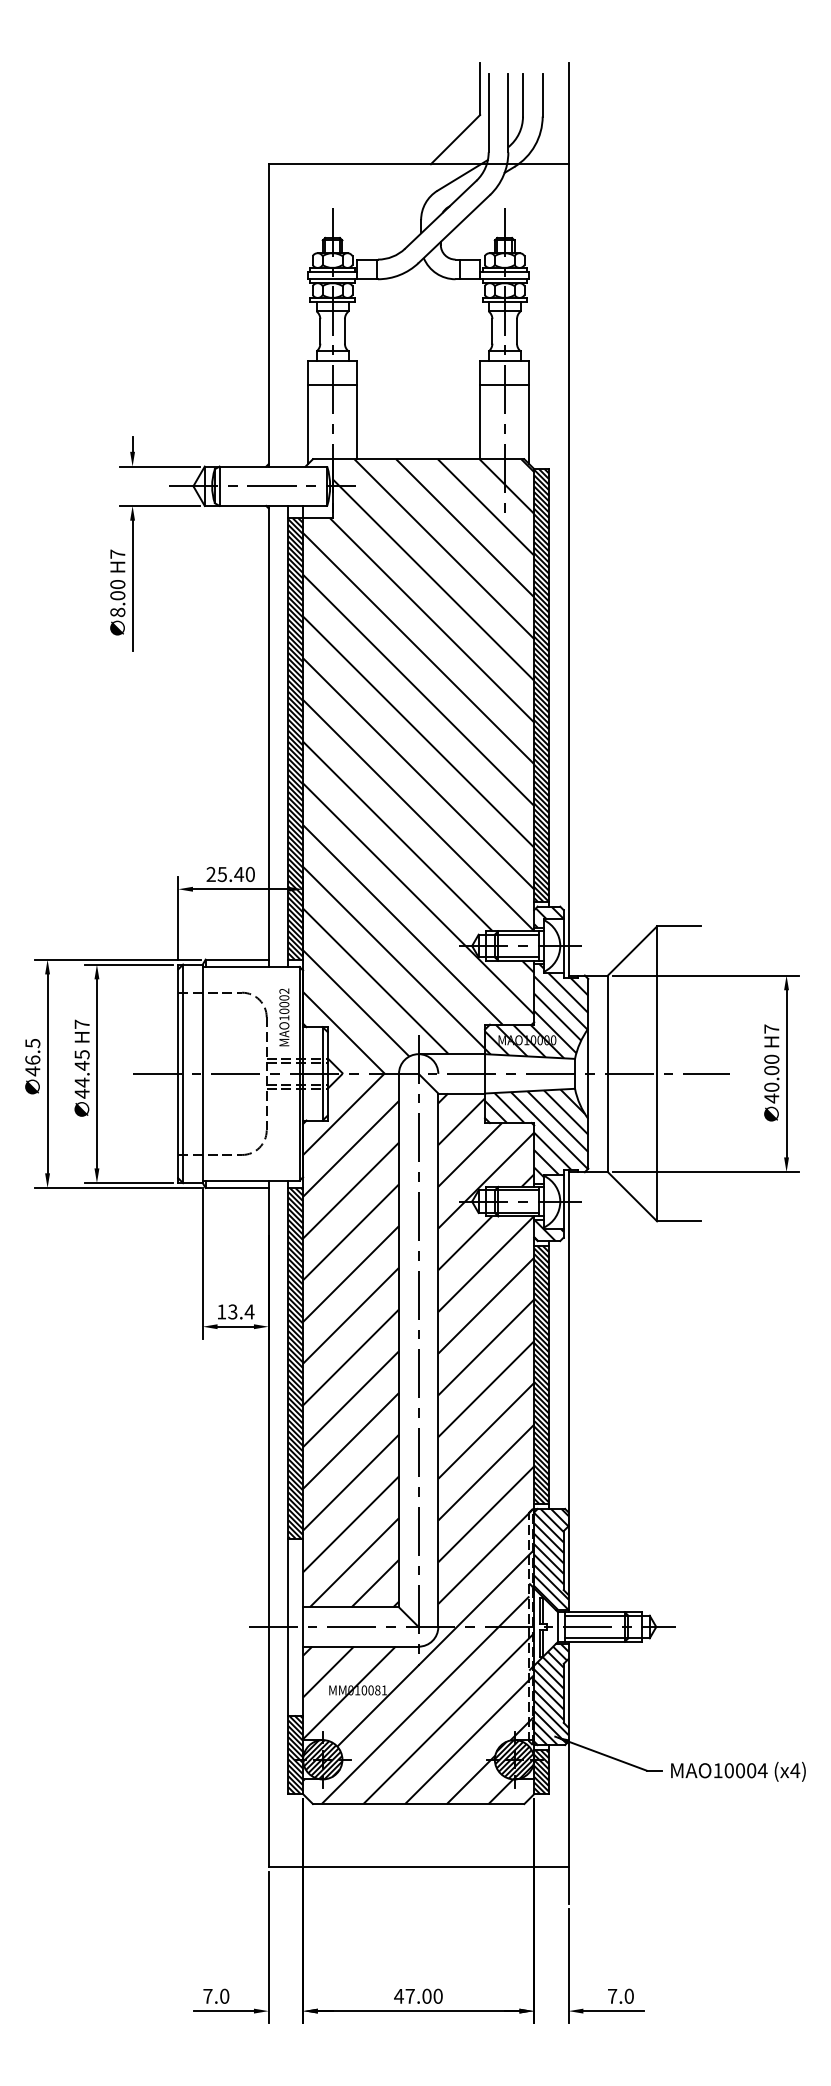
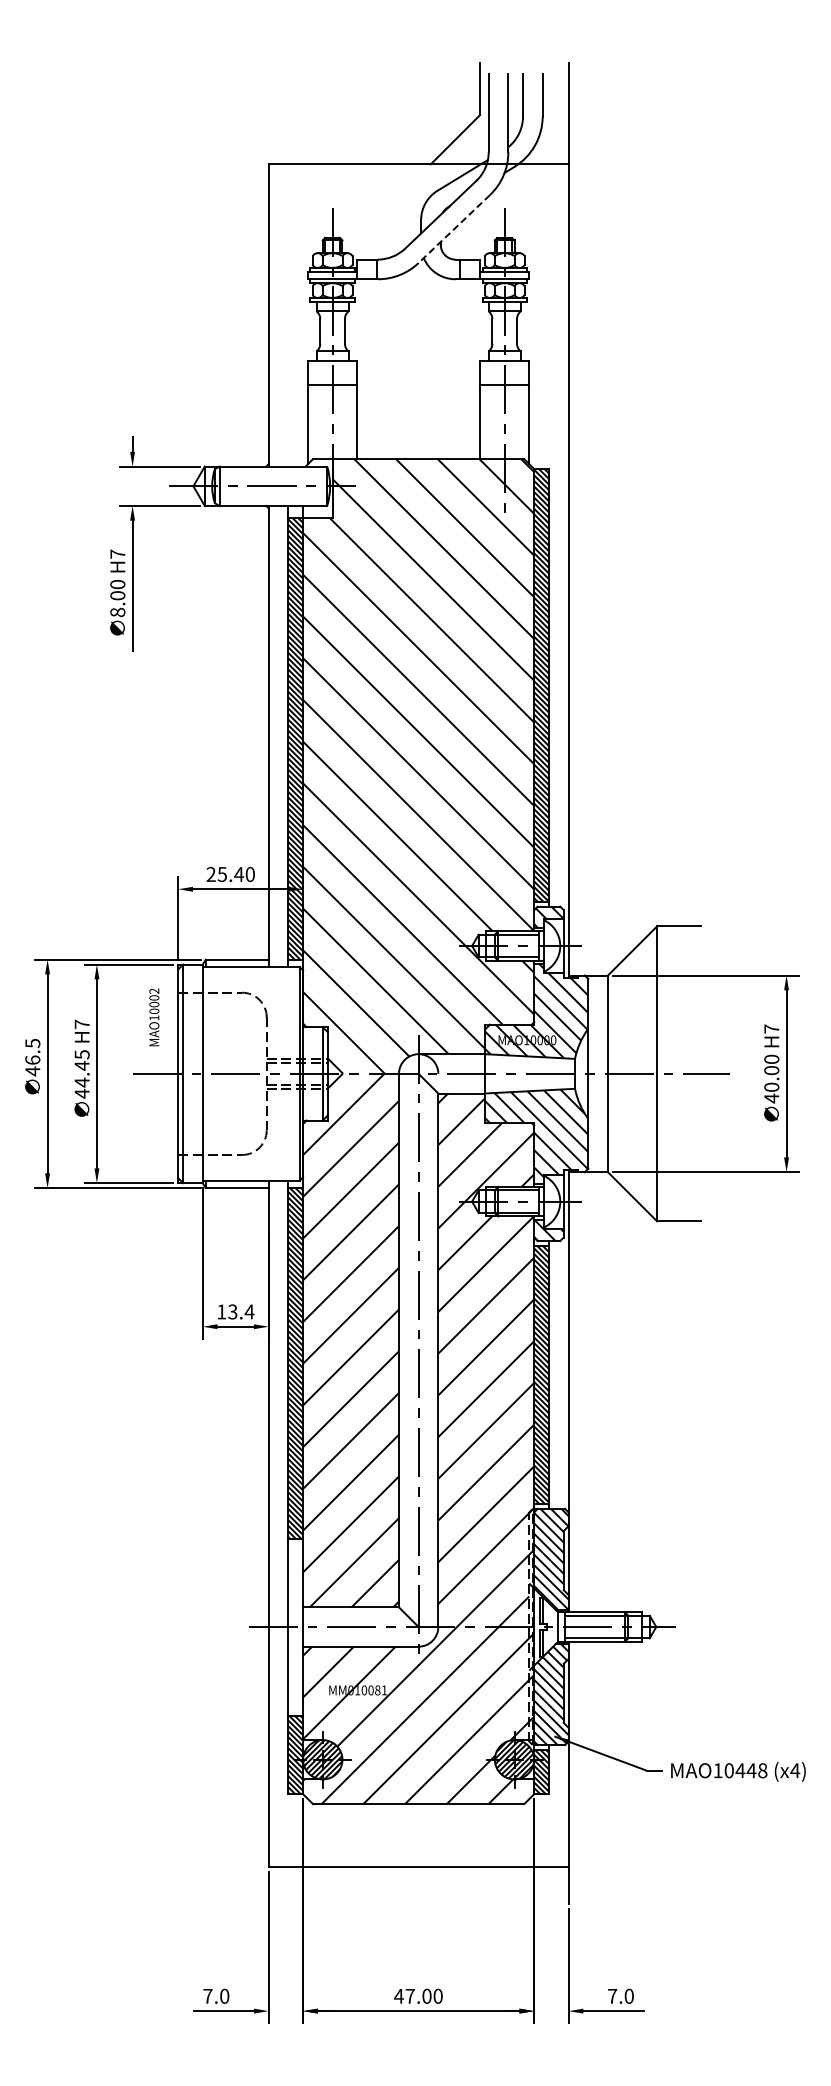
line at (453, 229): solid -> dashed
text at (284, 1017) position: (284, 1017) -> (154, 1017)
text at (751, 1770): MAO10004 -> MAO10448
